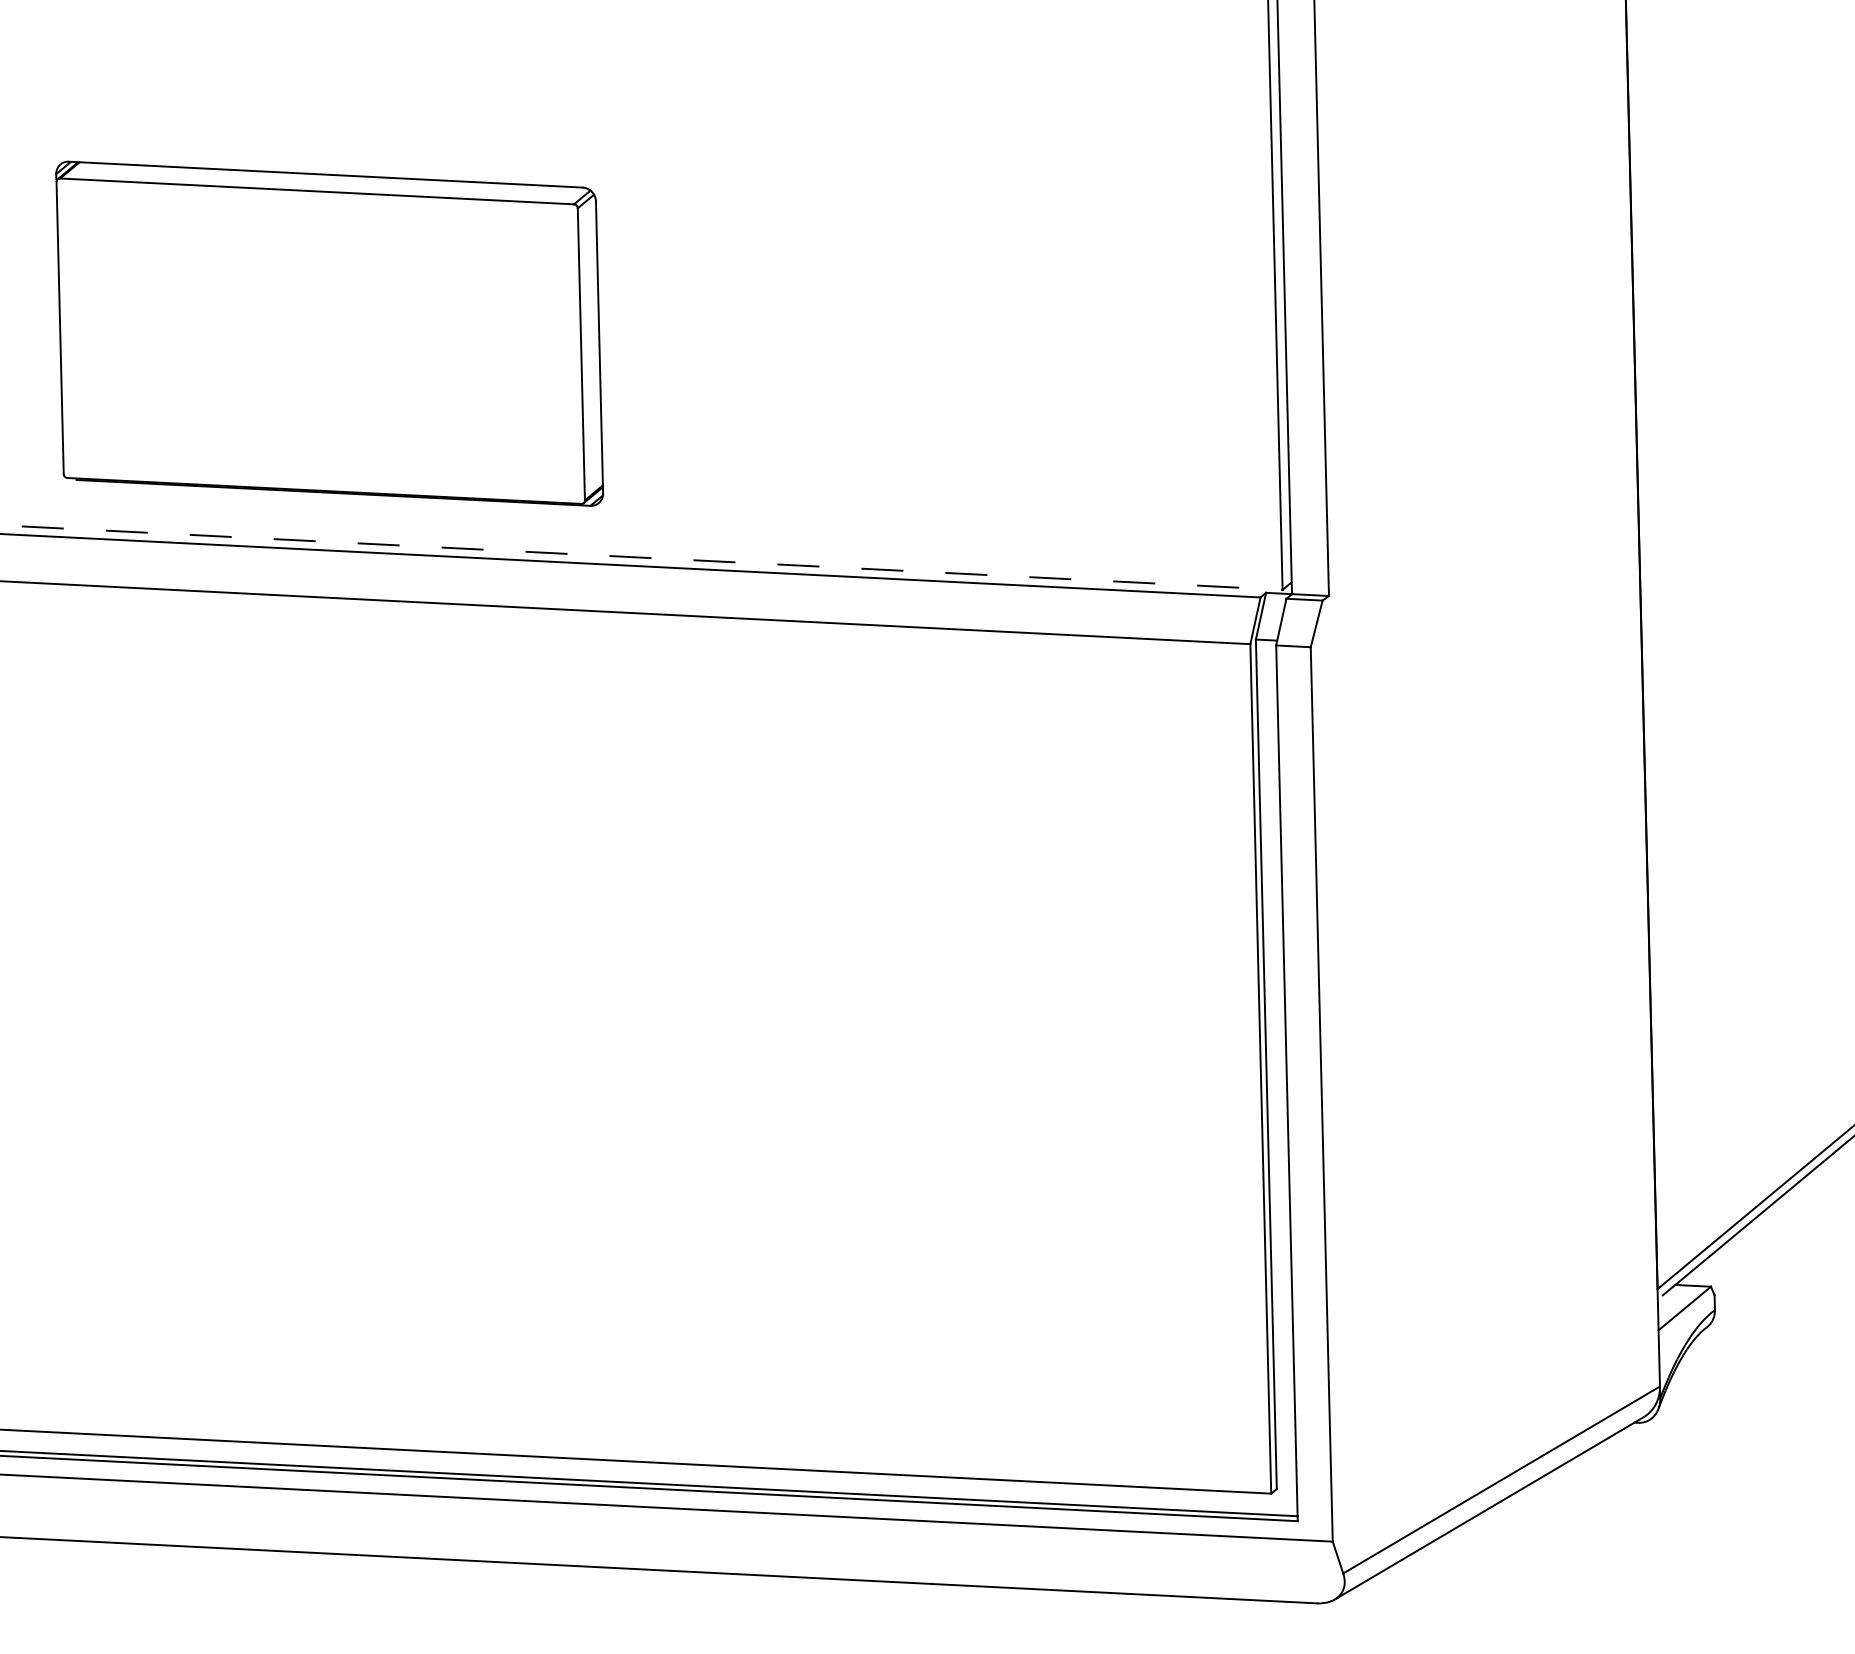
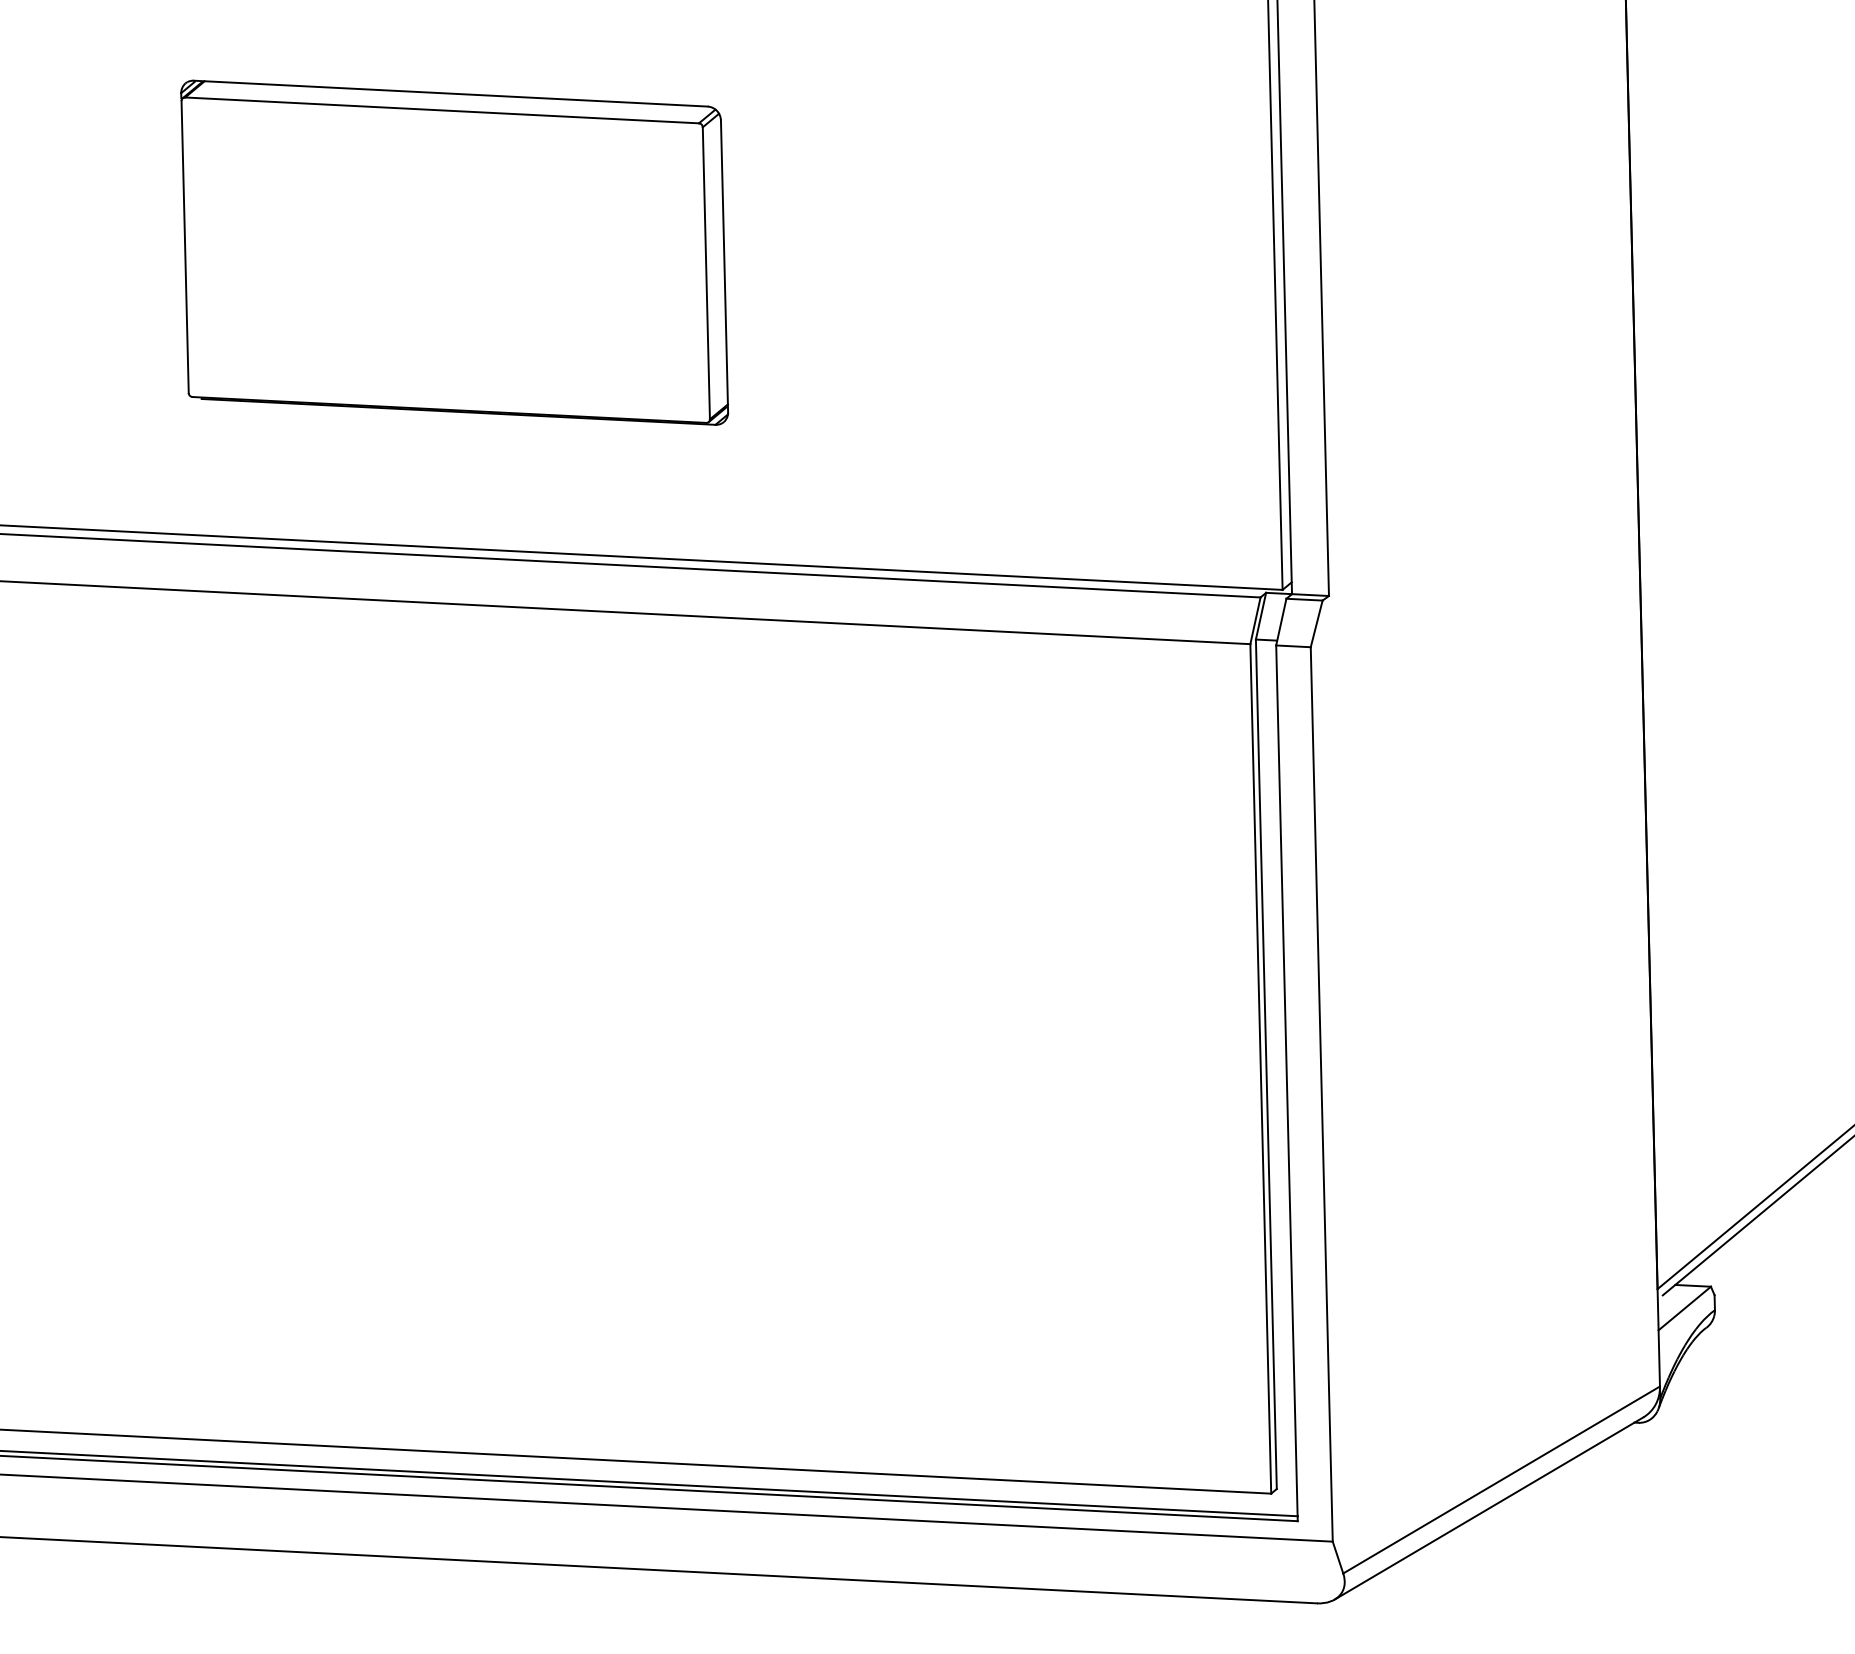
part at (329, 333) position: (329, 333) -> (454, 252)
line at (641, 557): dashed -> solid
